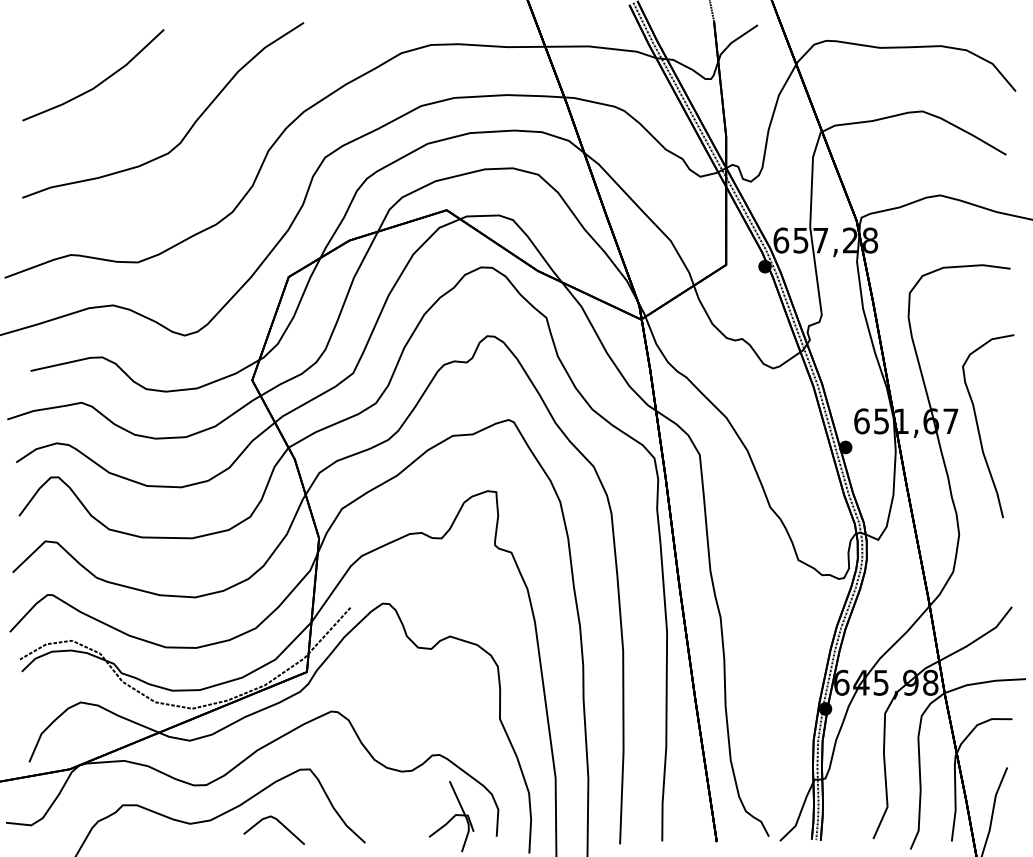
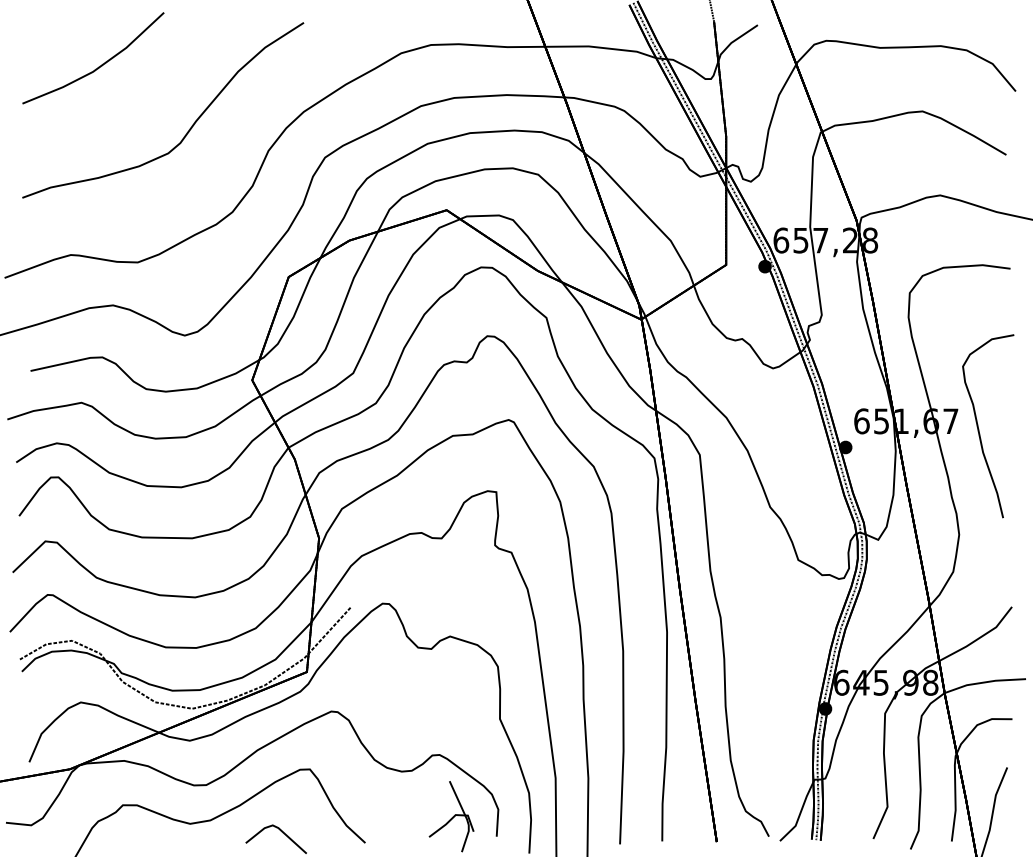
line at (98, 83) position: (98, 83) -> (98, 66)
part at (279, 823) position: (279, 823) -> (281, 832)
